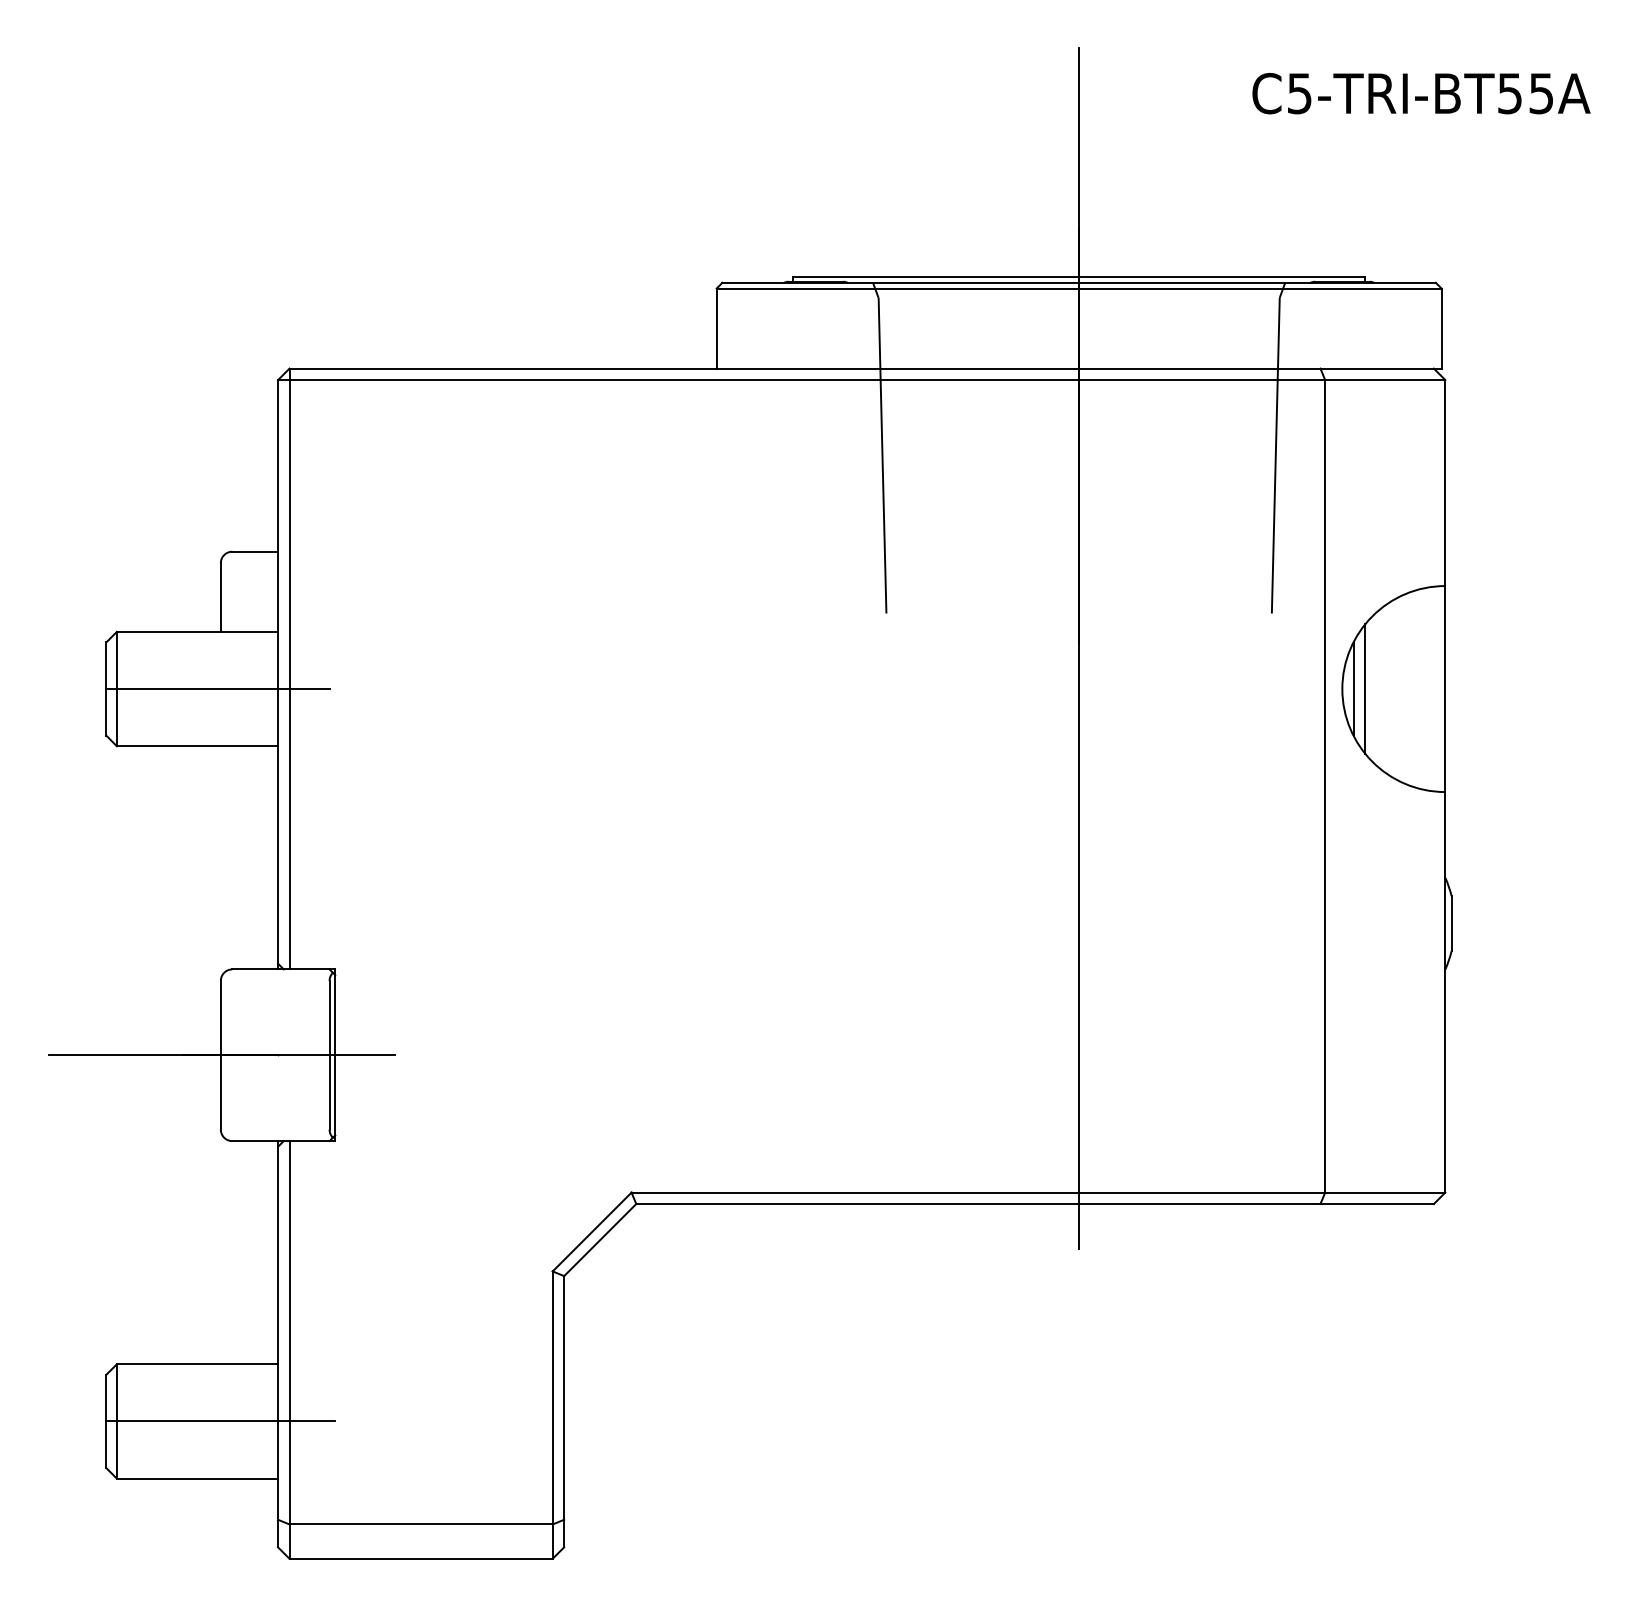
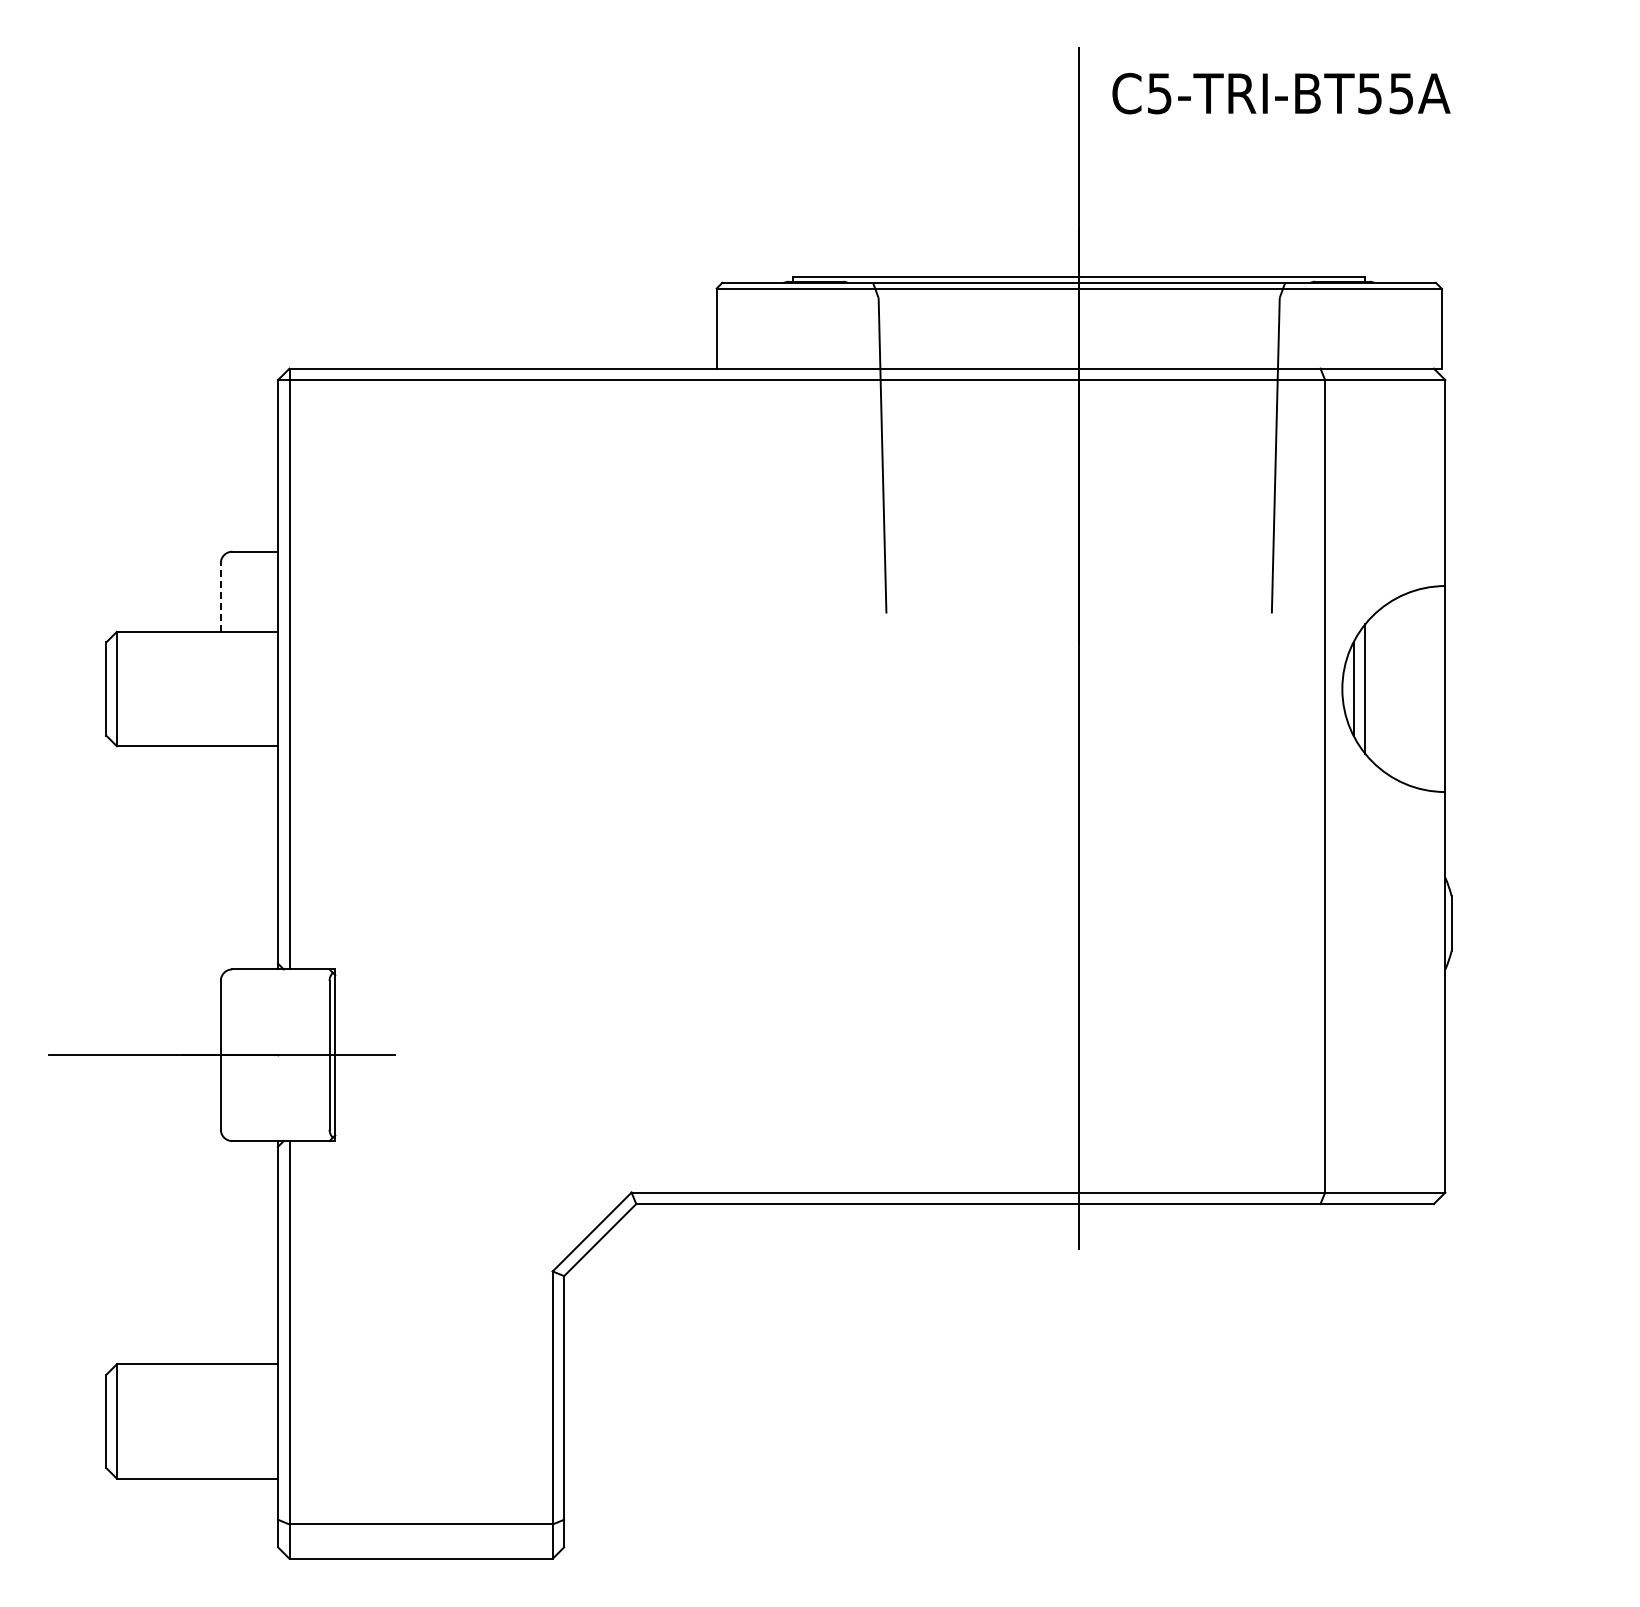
text at (1421, 93) position: (1421, 93) -> (1281, 93)
line at (220, 597): solid -> dashed
line at (218, 689): present -> none
line at (220, 1421): present -> none
